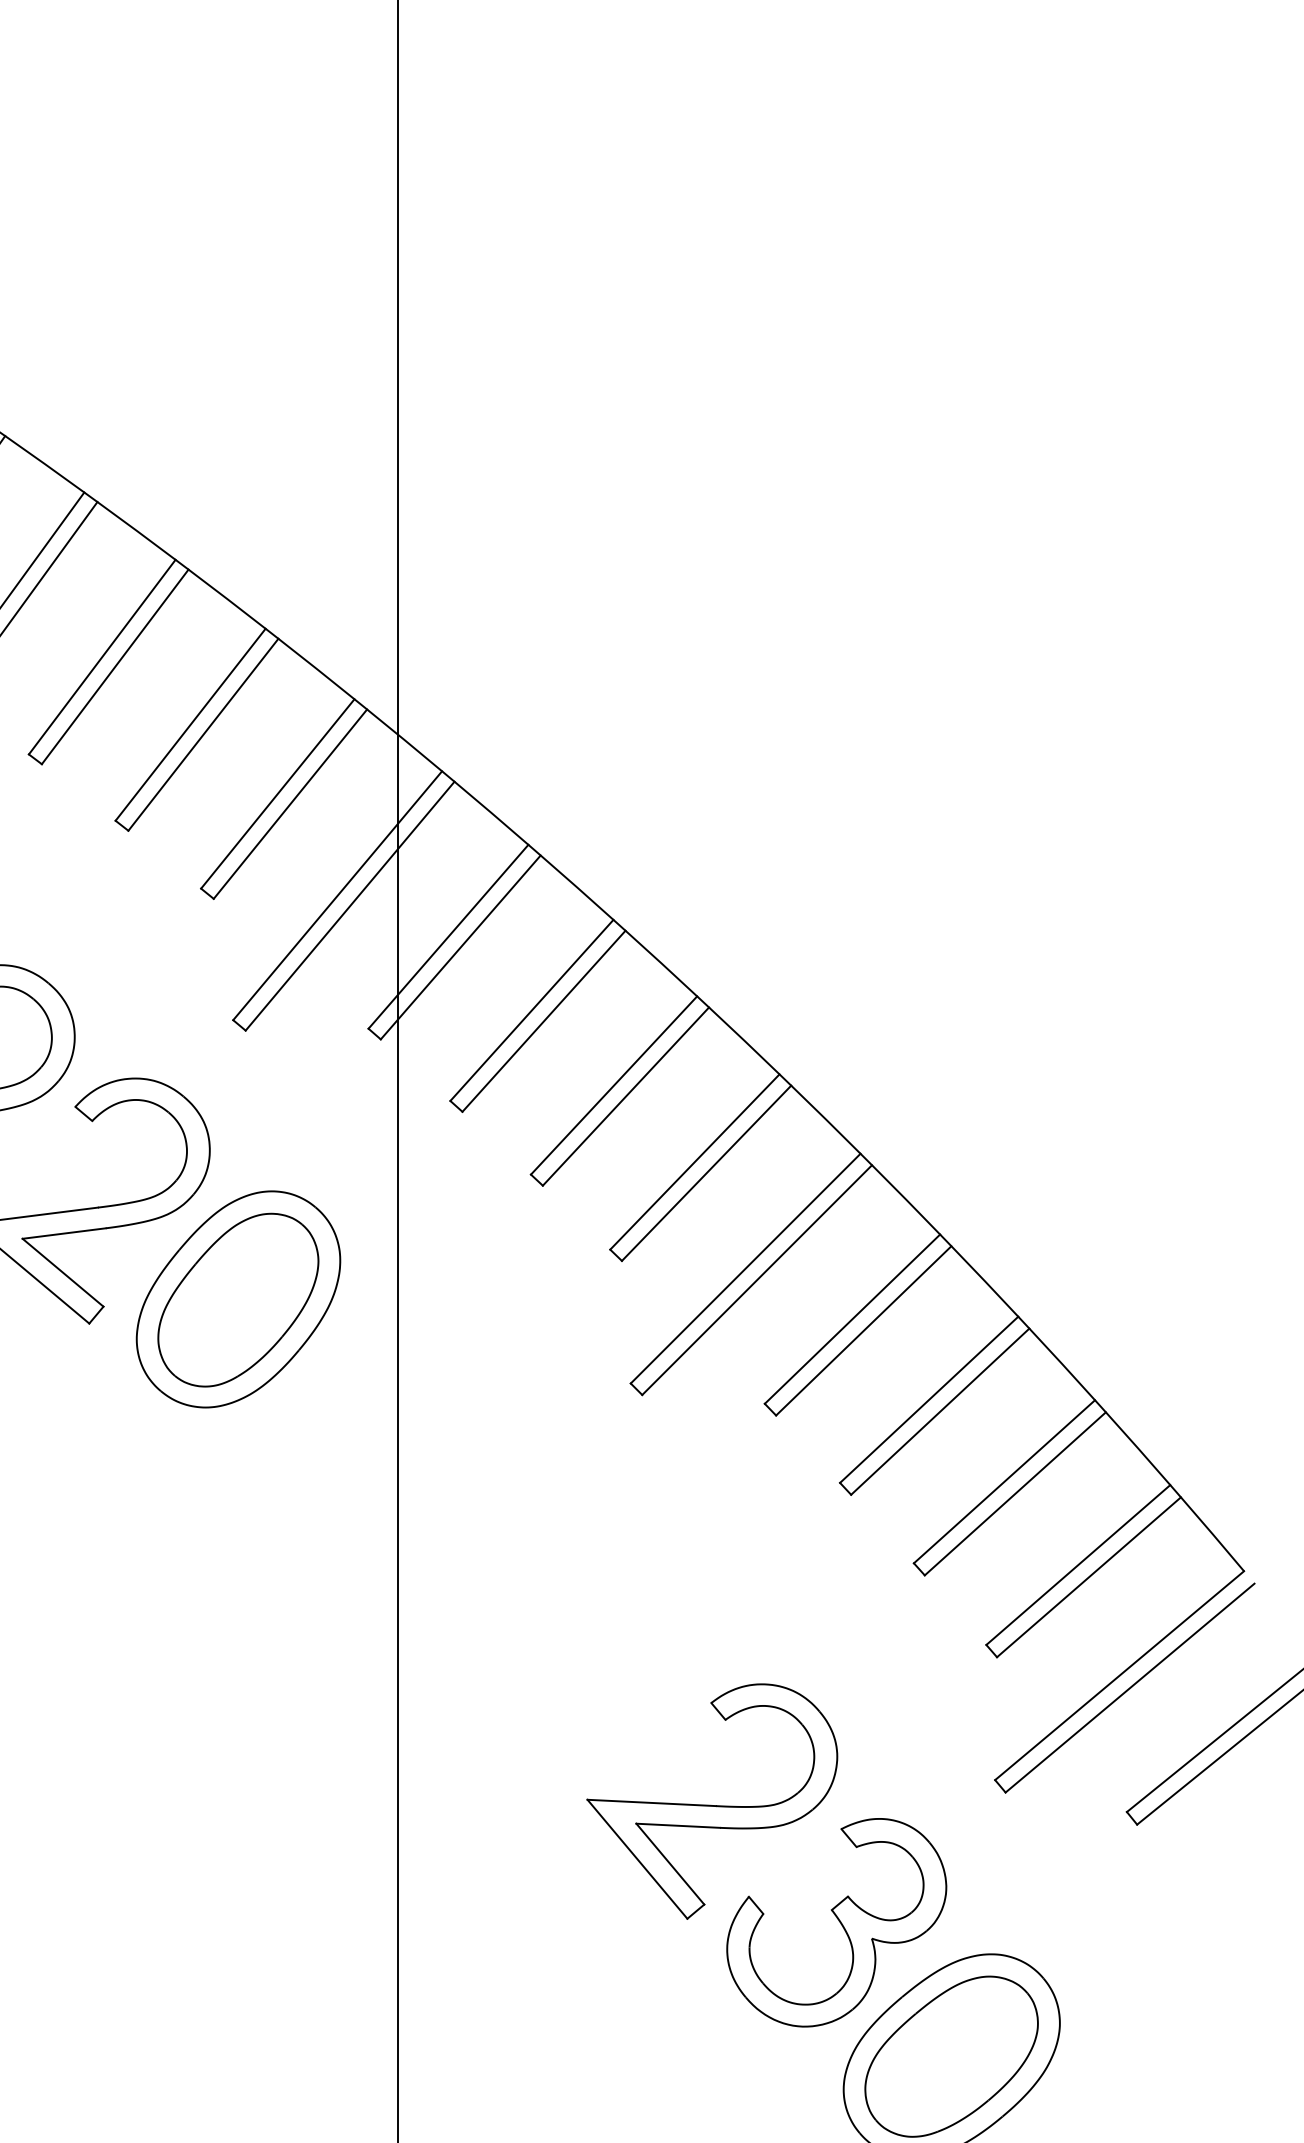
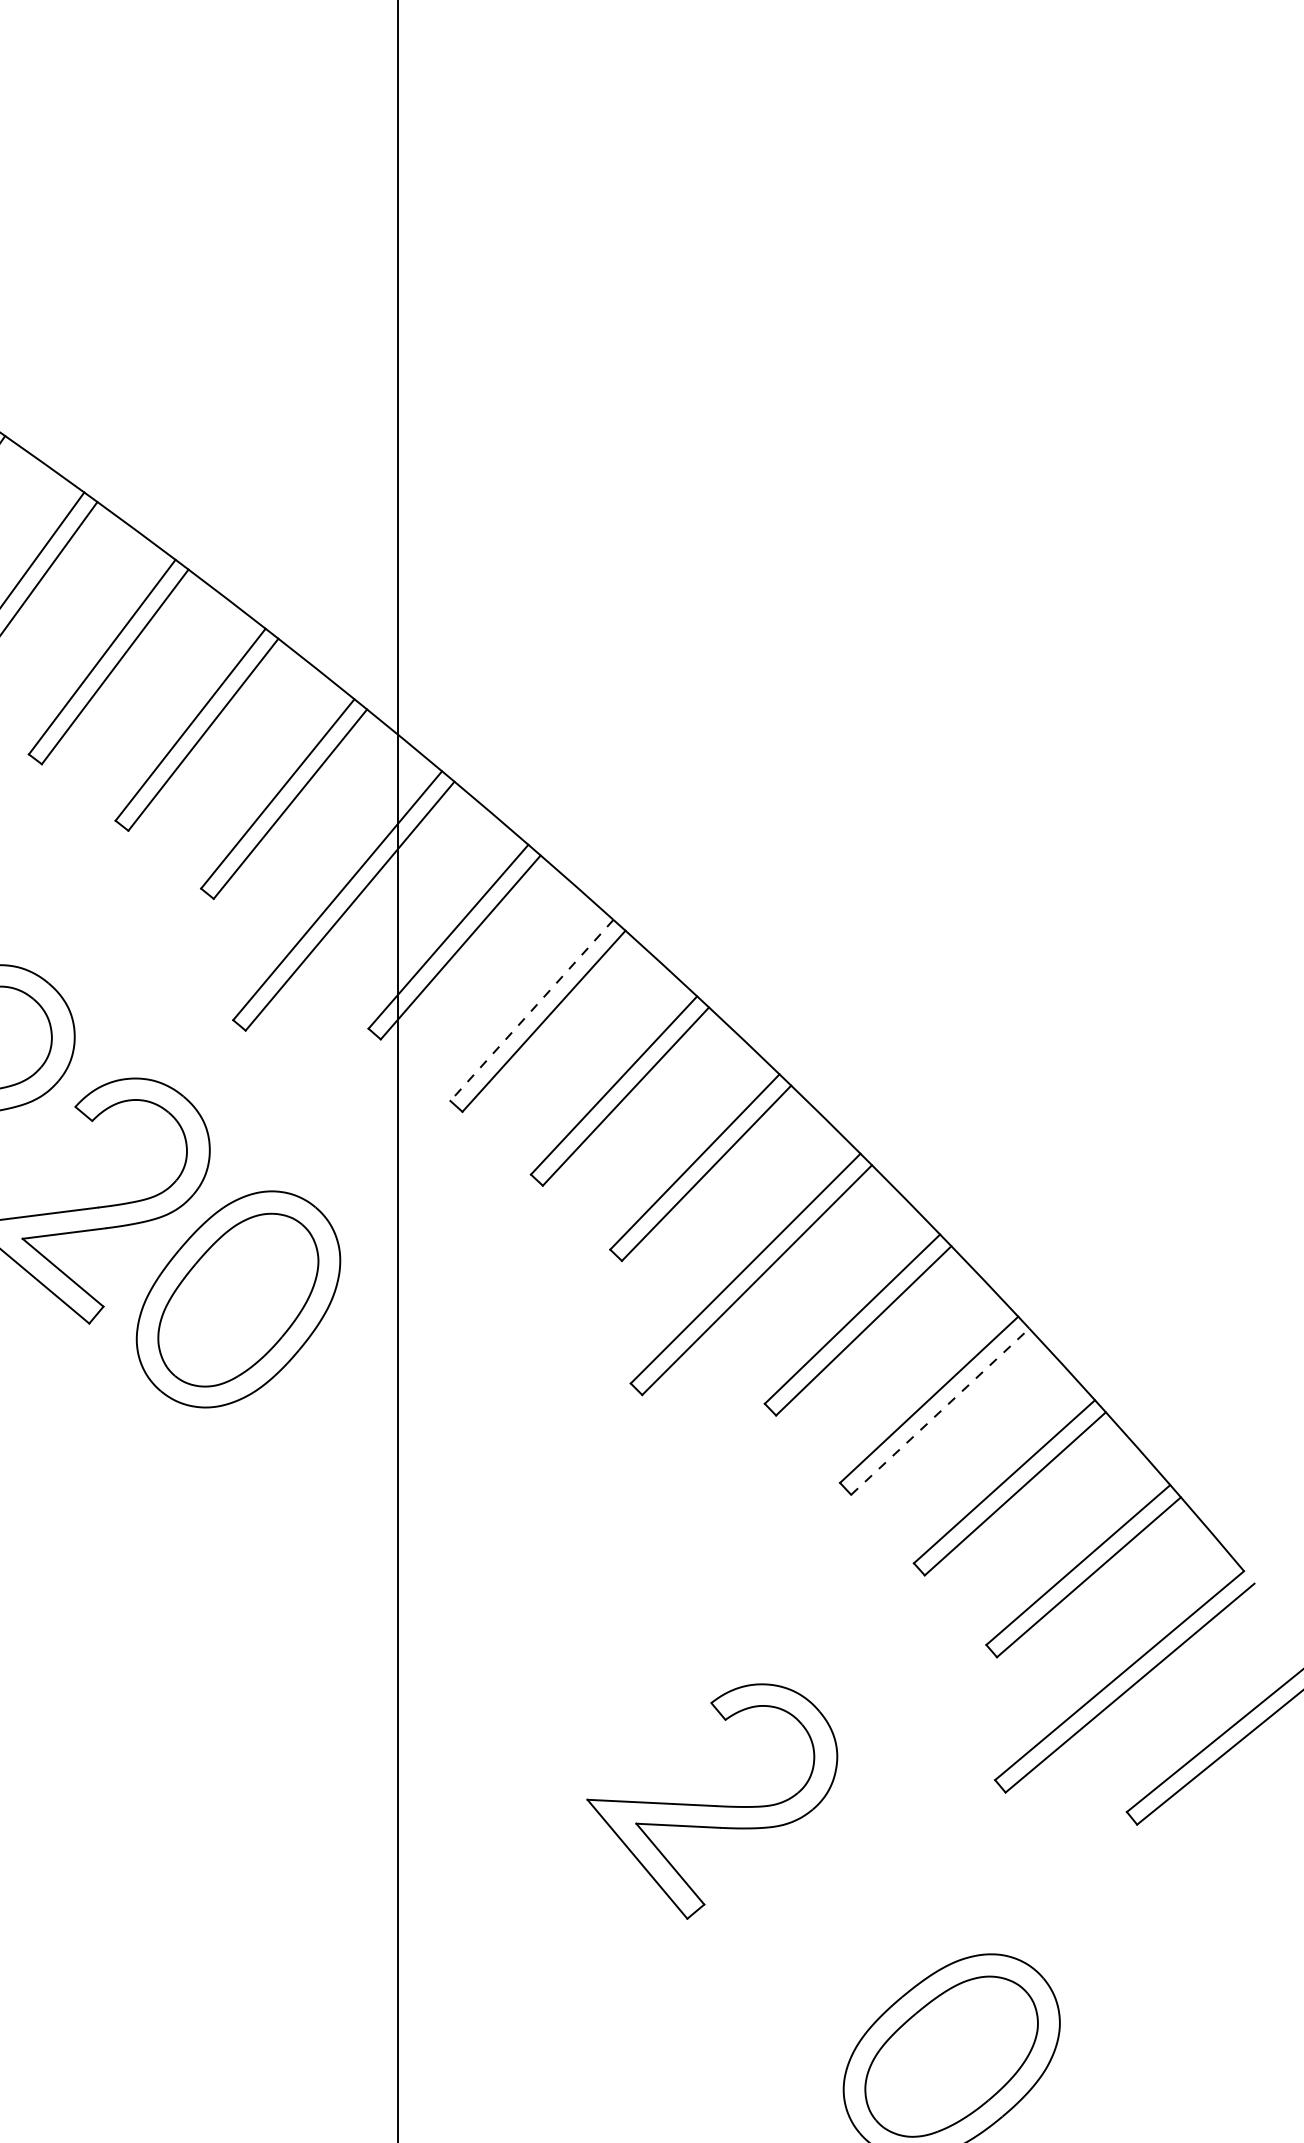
line at (531, 1010): solid -> dashed
line at (940, 1411): solid -> dashed
part at (836, 1922): present -> none
